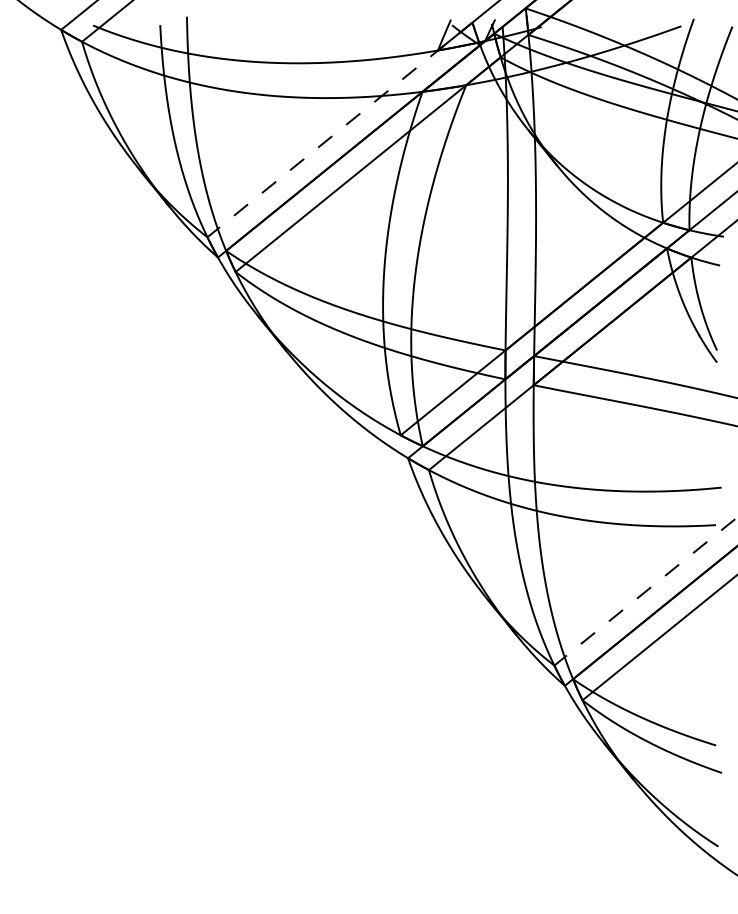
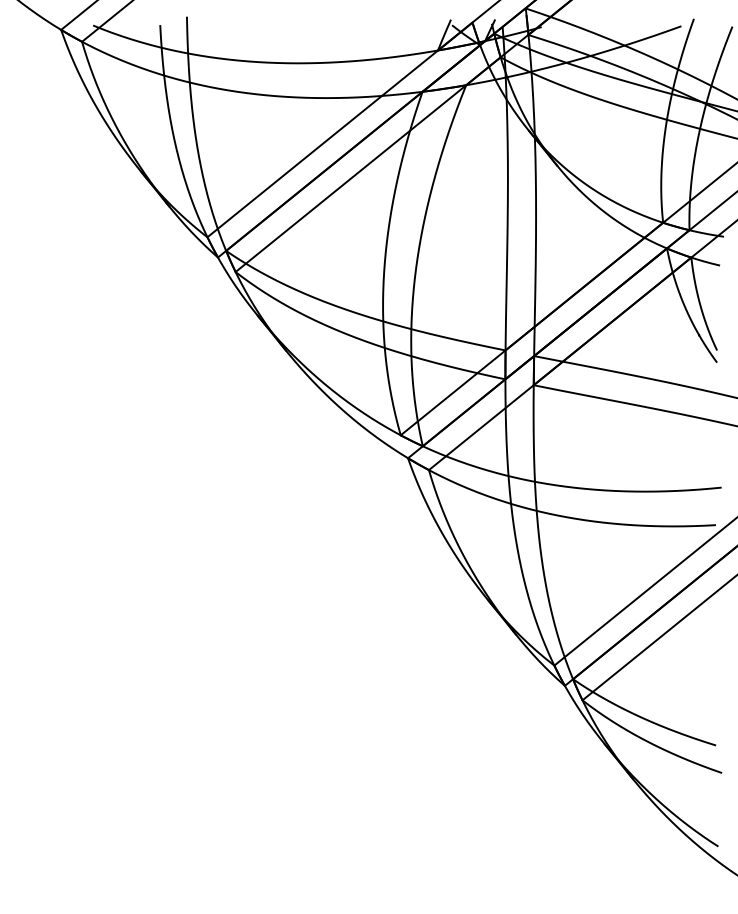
line at (339, 129): dashed -> solid
line at (645, 591): dashed -> solid
